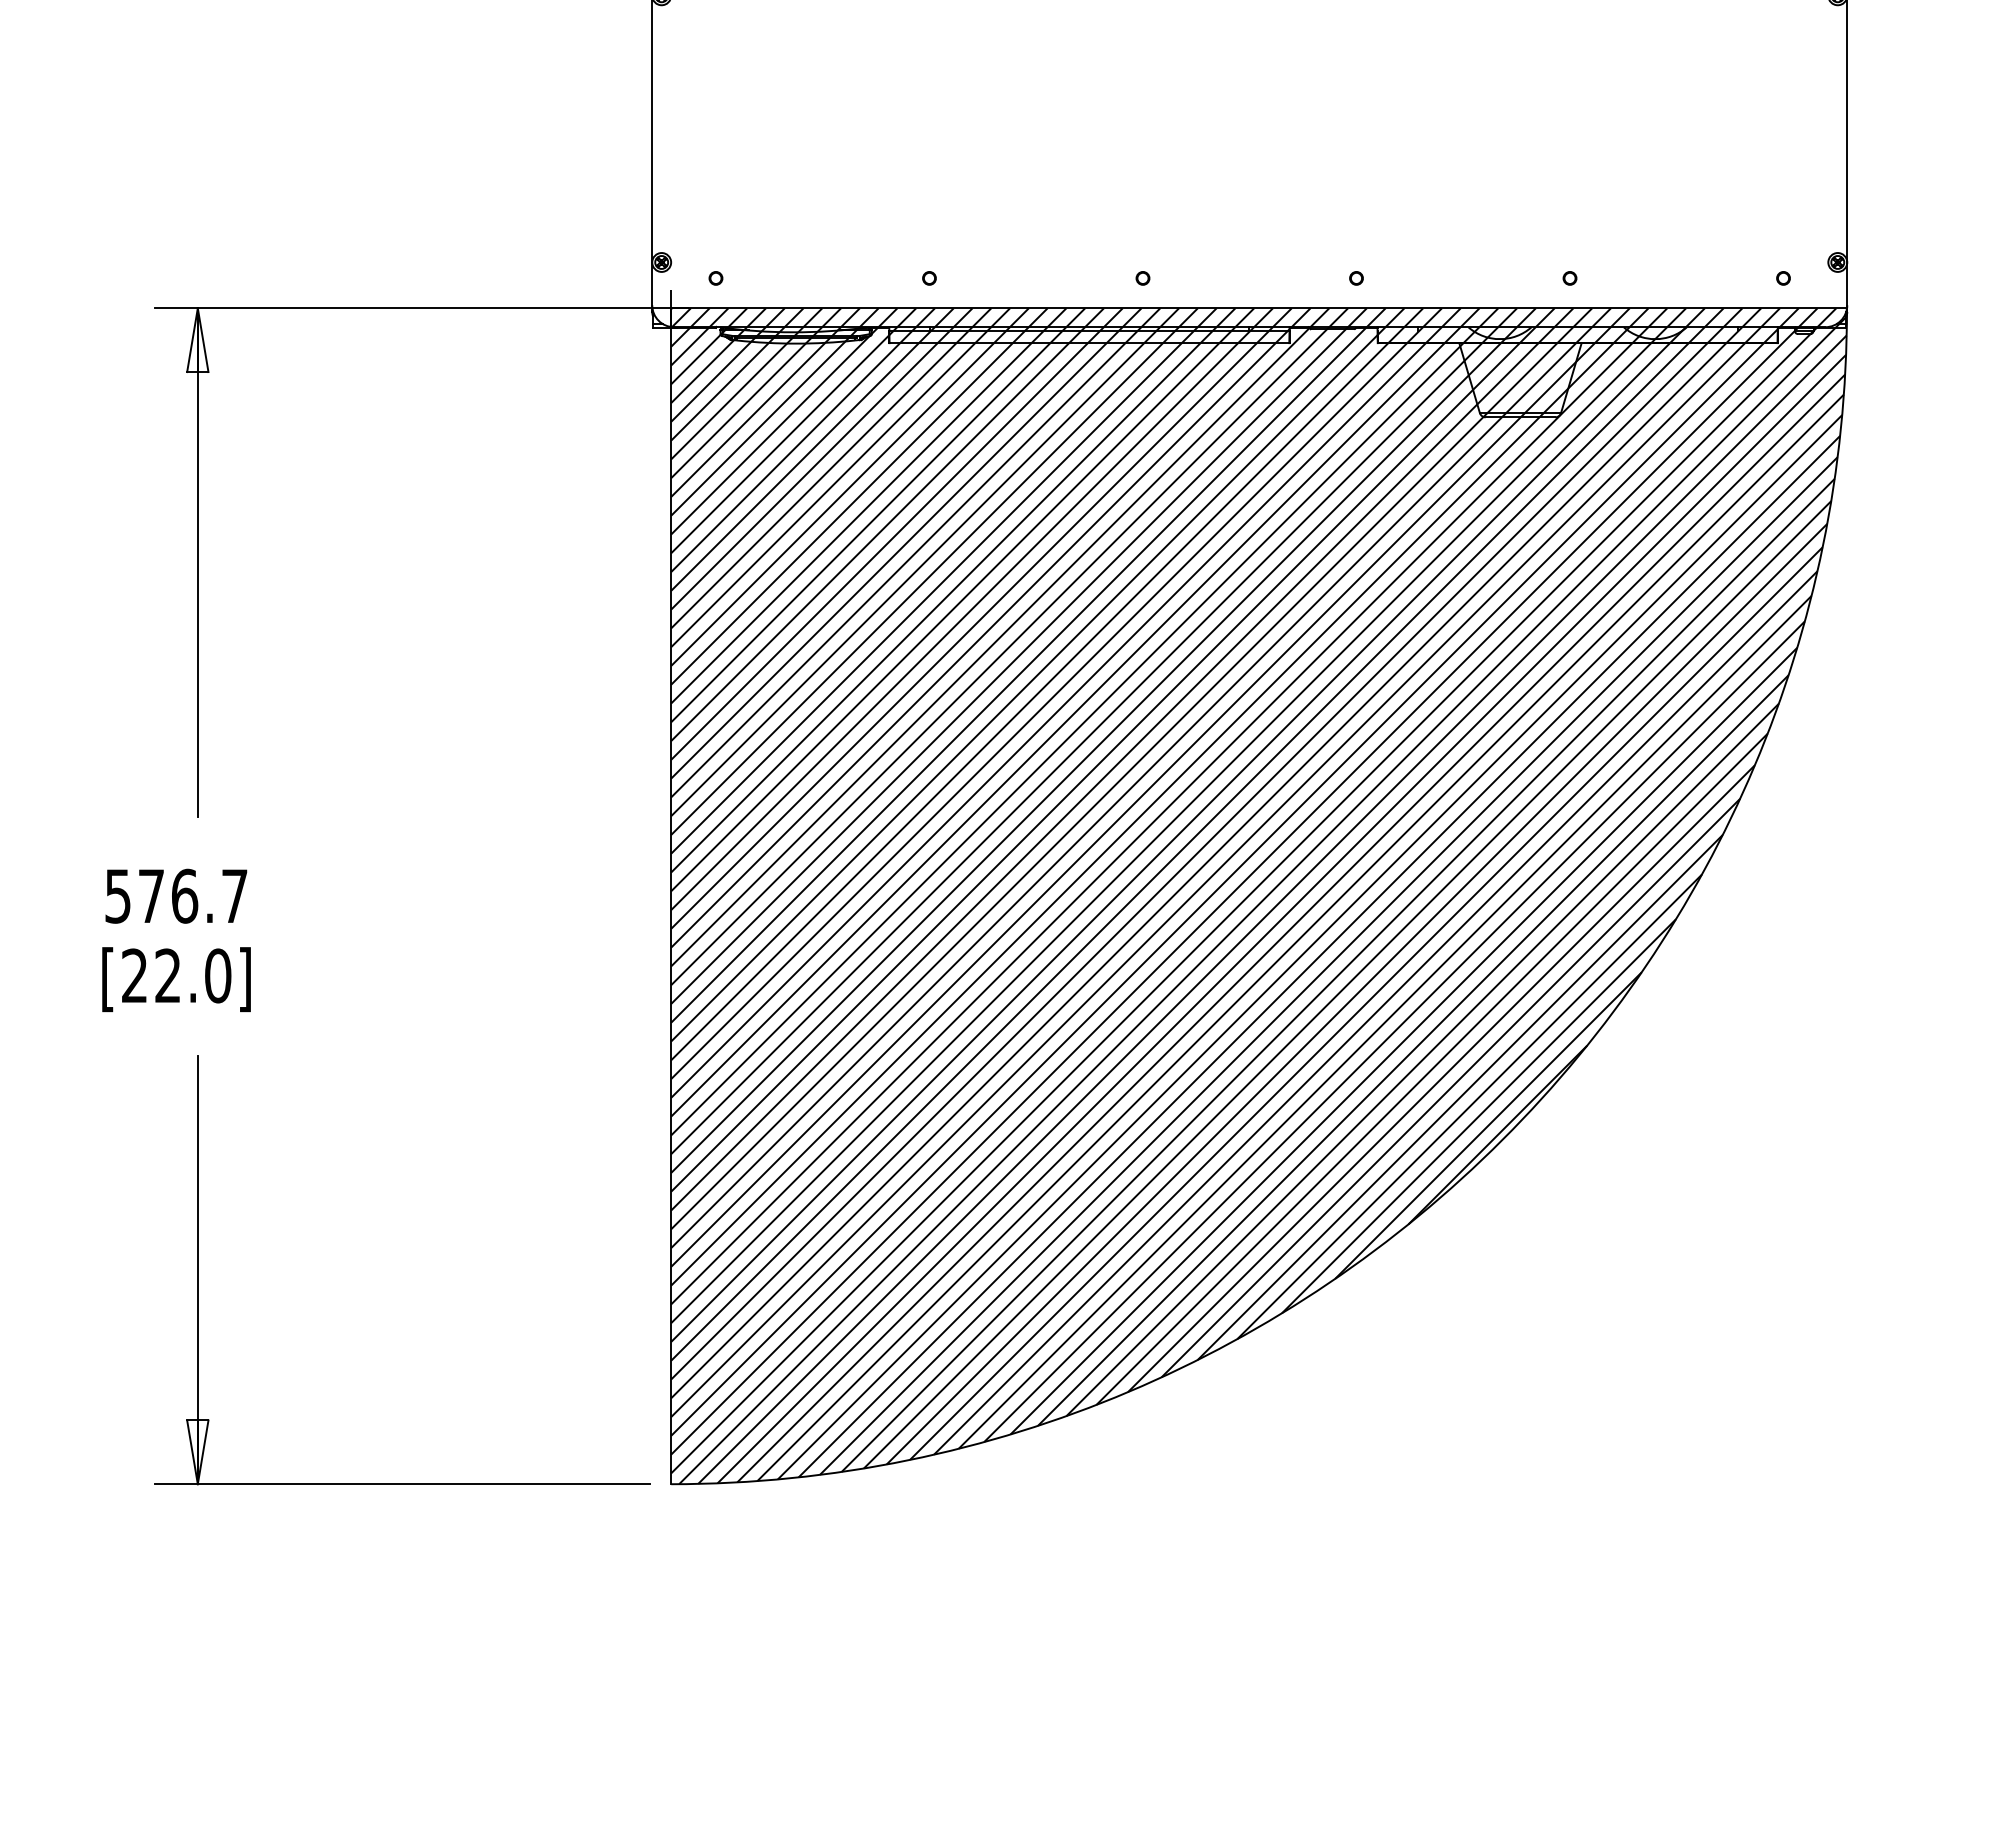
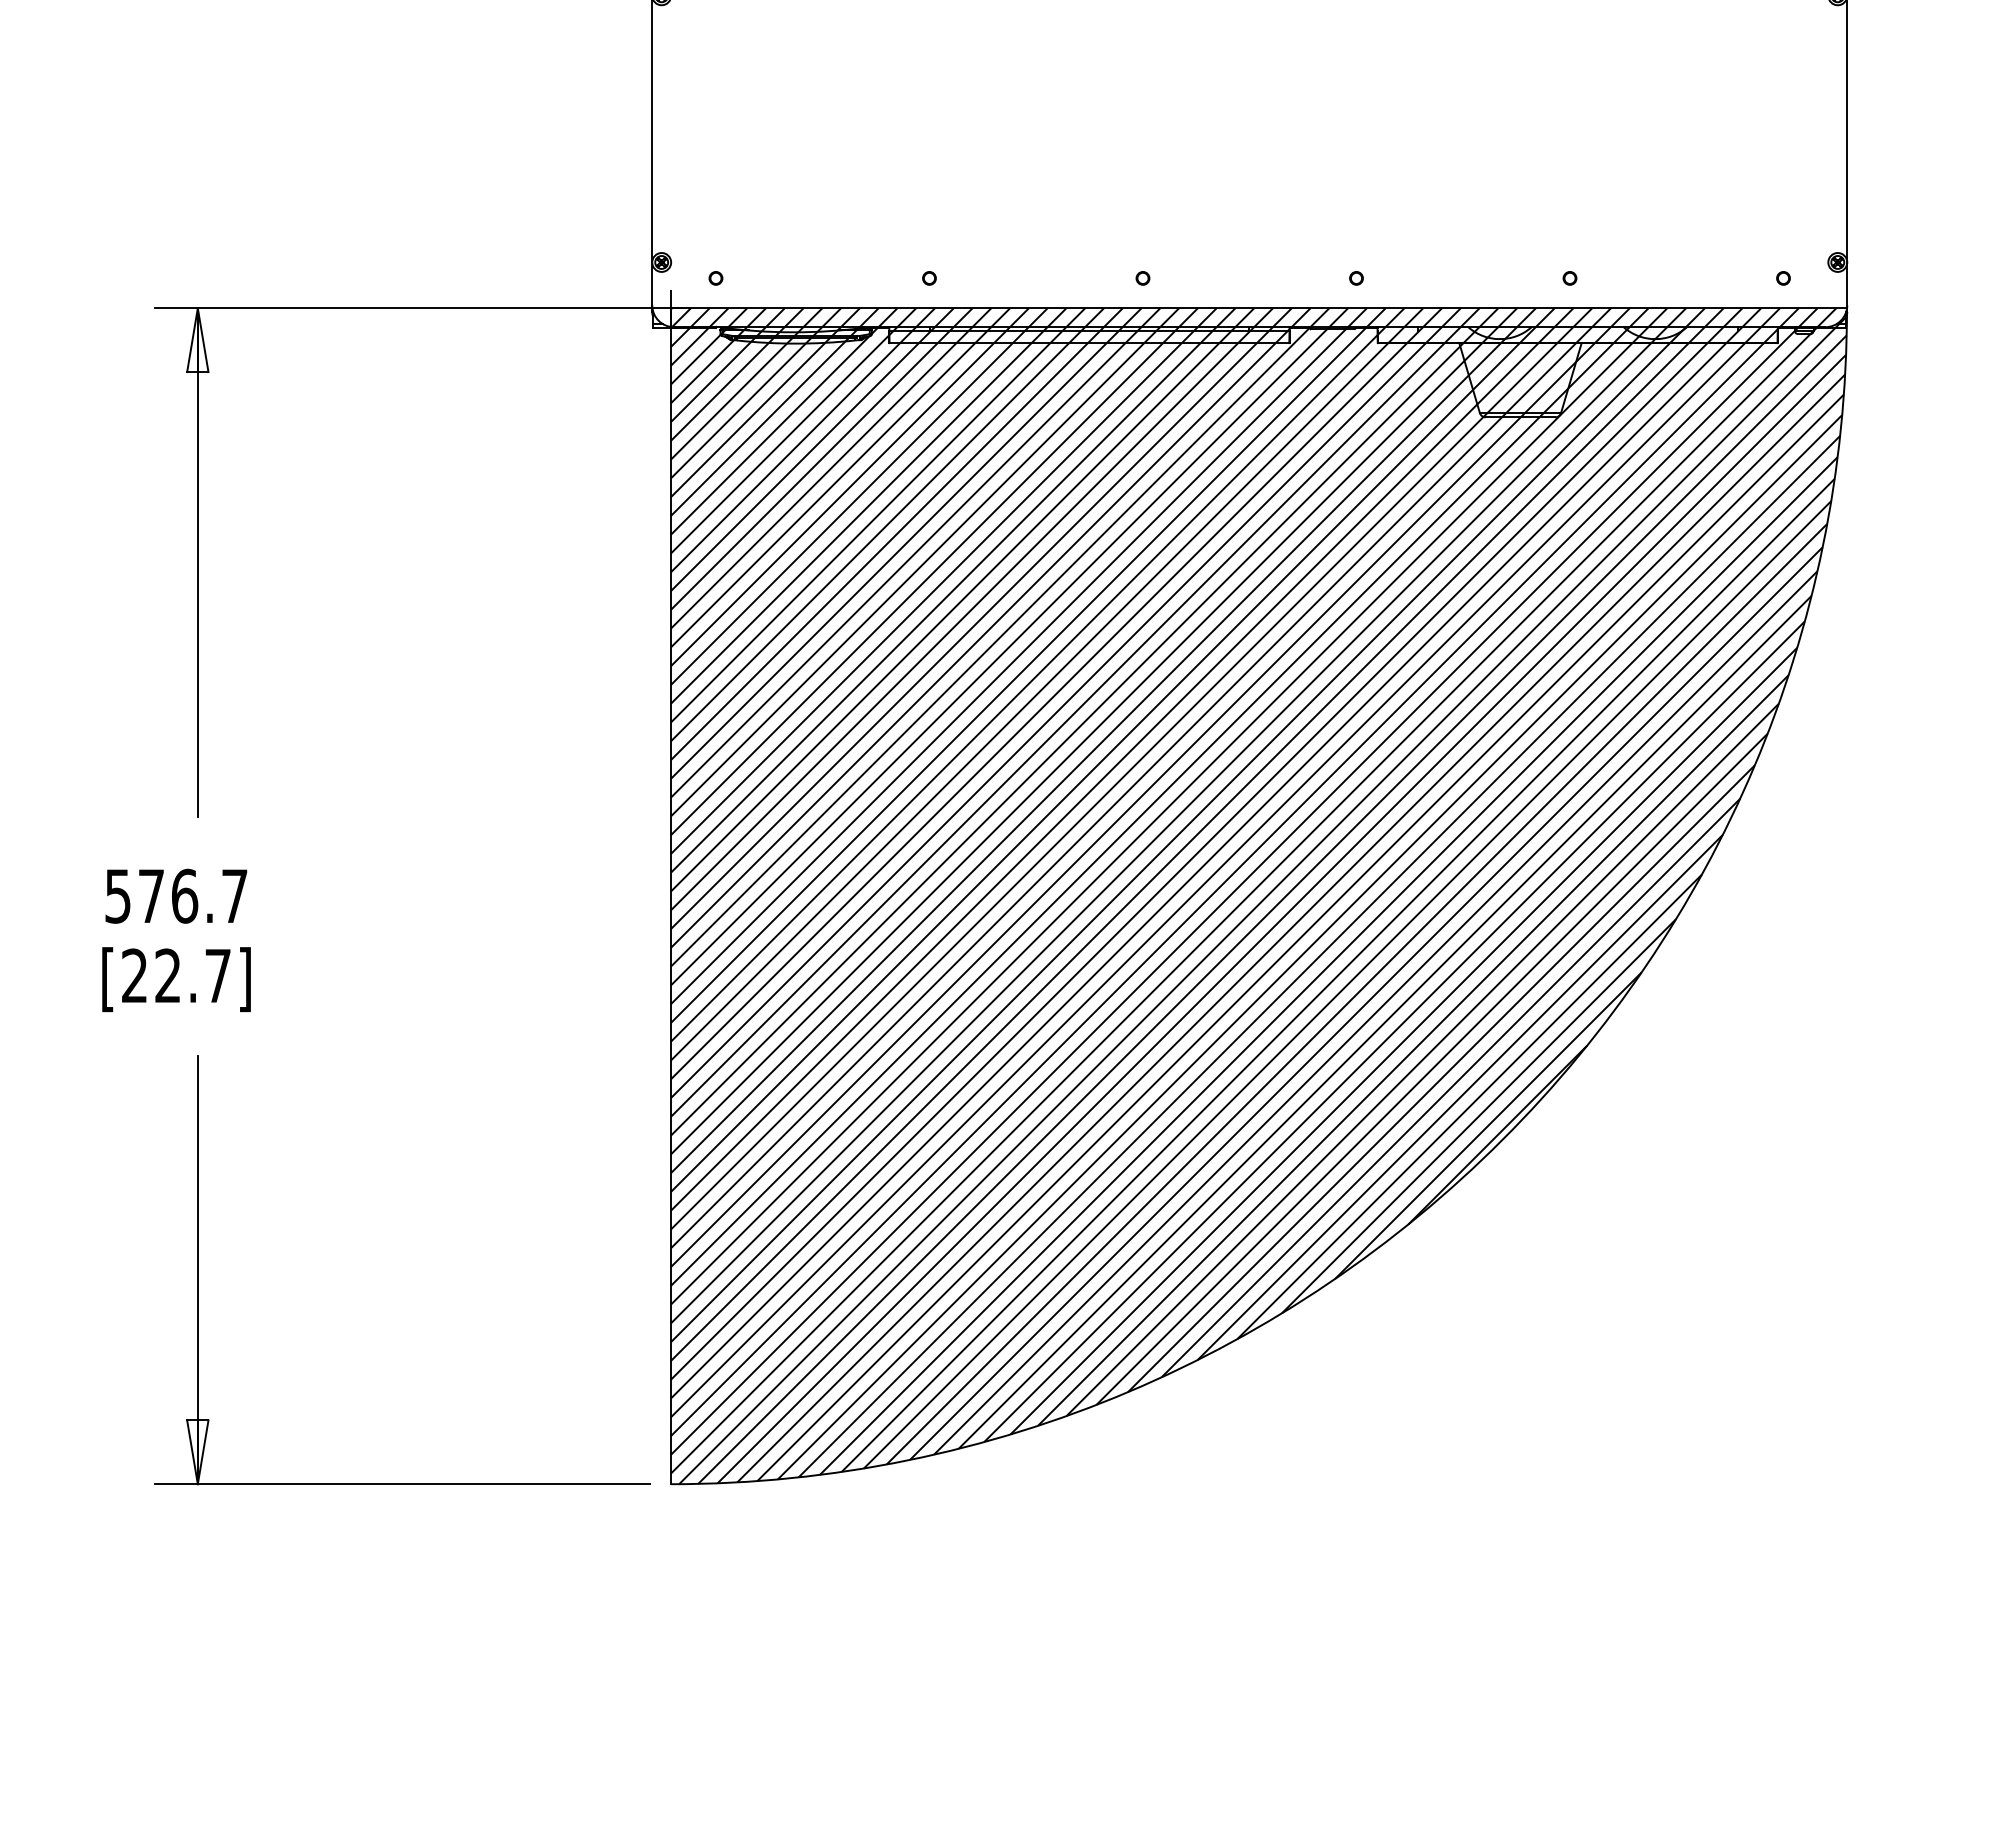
text at (218, 975): [22.0] -> [22.7]
